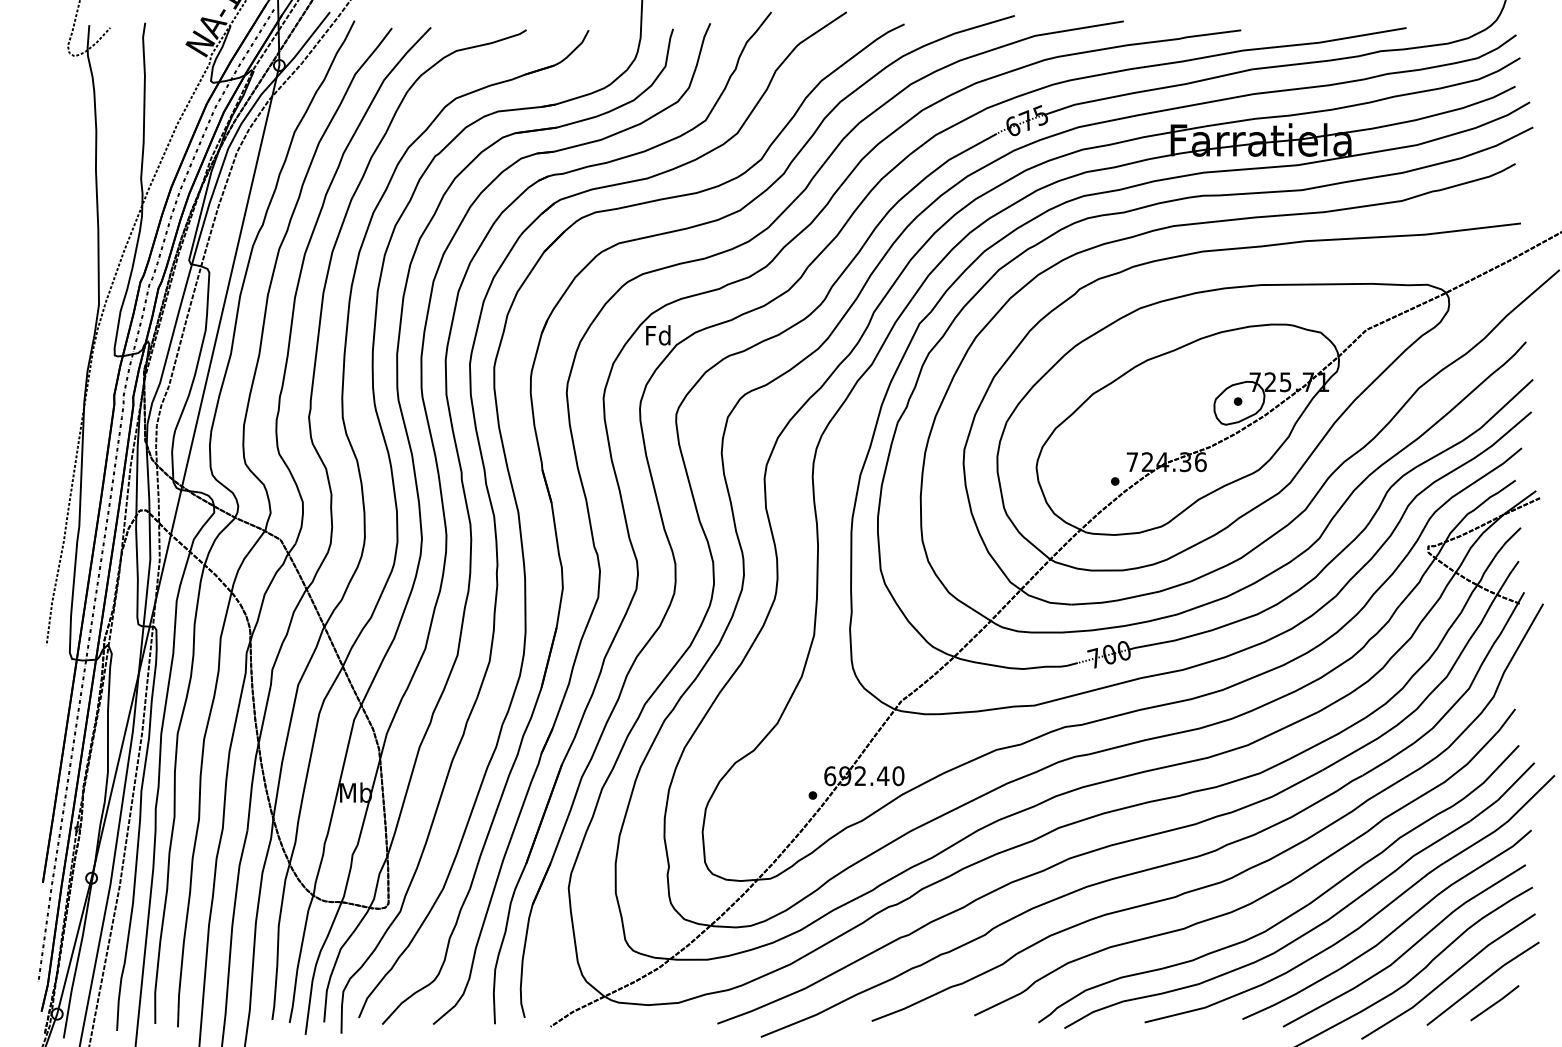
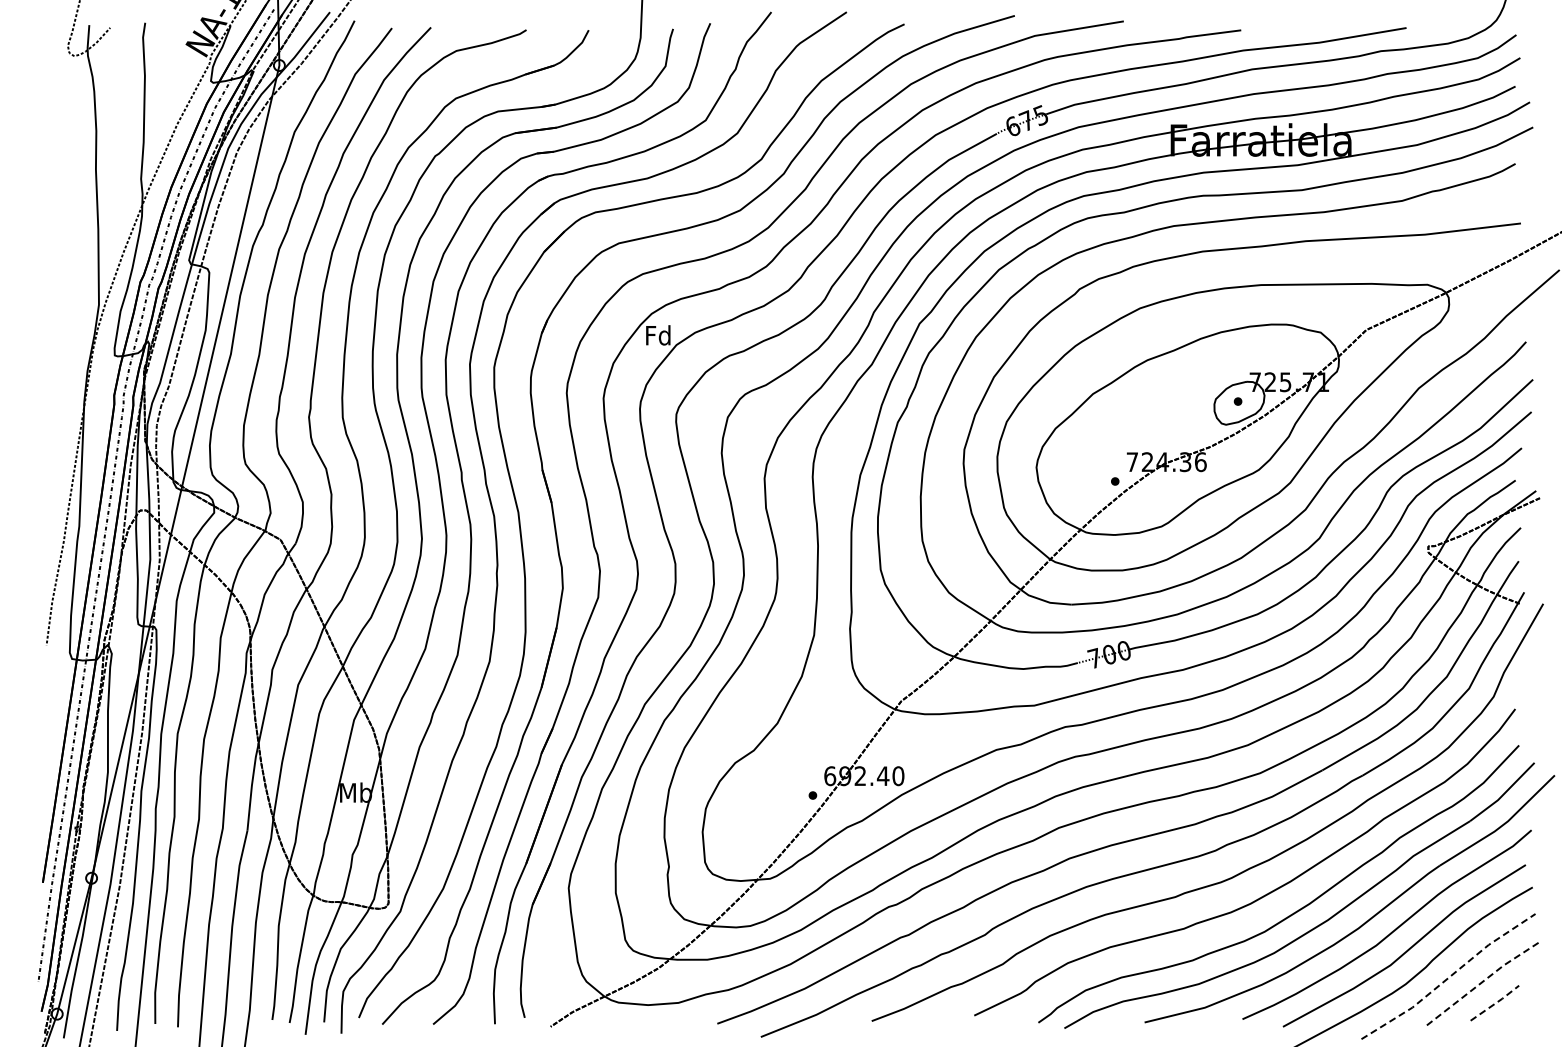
line at (1449, 977): solid -> dashed
line at (1482, 981): solid -> dashed
line at (1495, 1003): solid -> dashed
